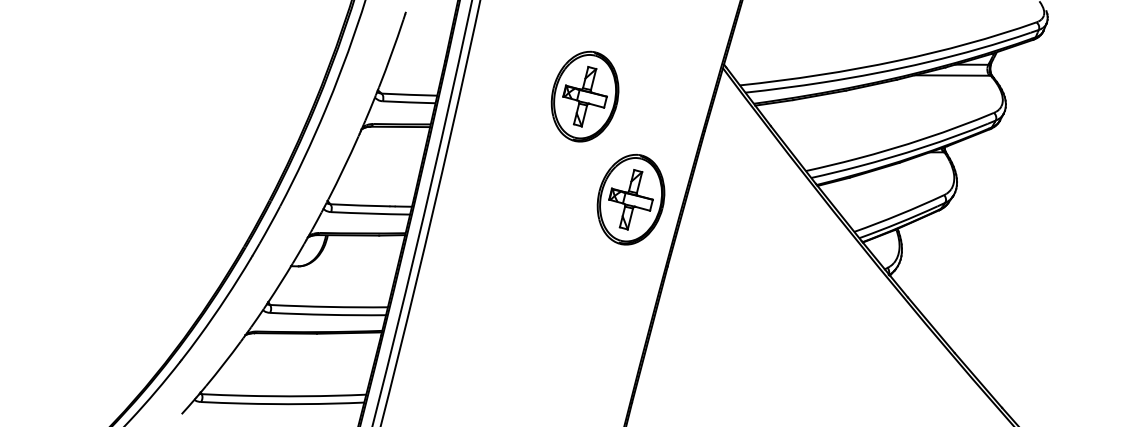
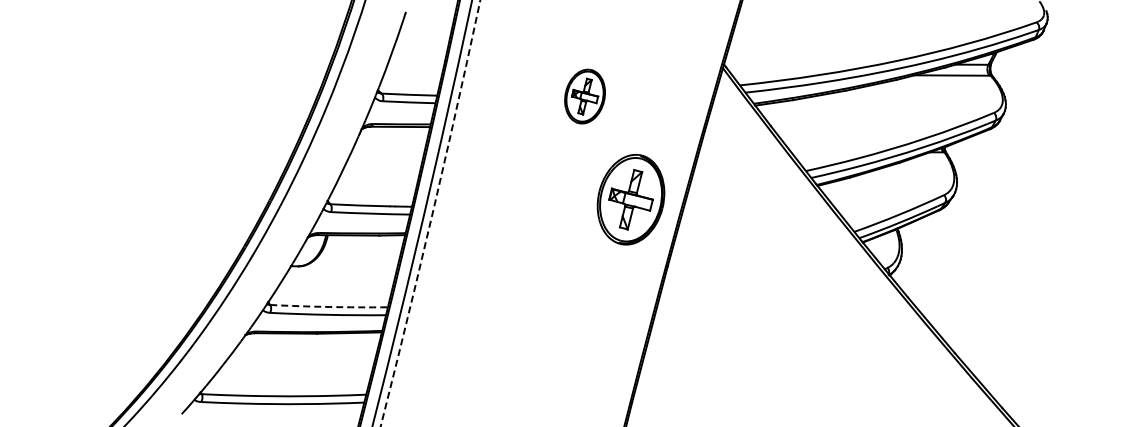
part at (584, 96) size: 70x93 px -> 42x57 px
arc at (432, 213): solid -> dashed
arc at (329, 306): solid -> dashed
